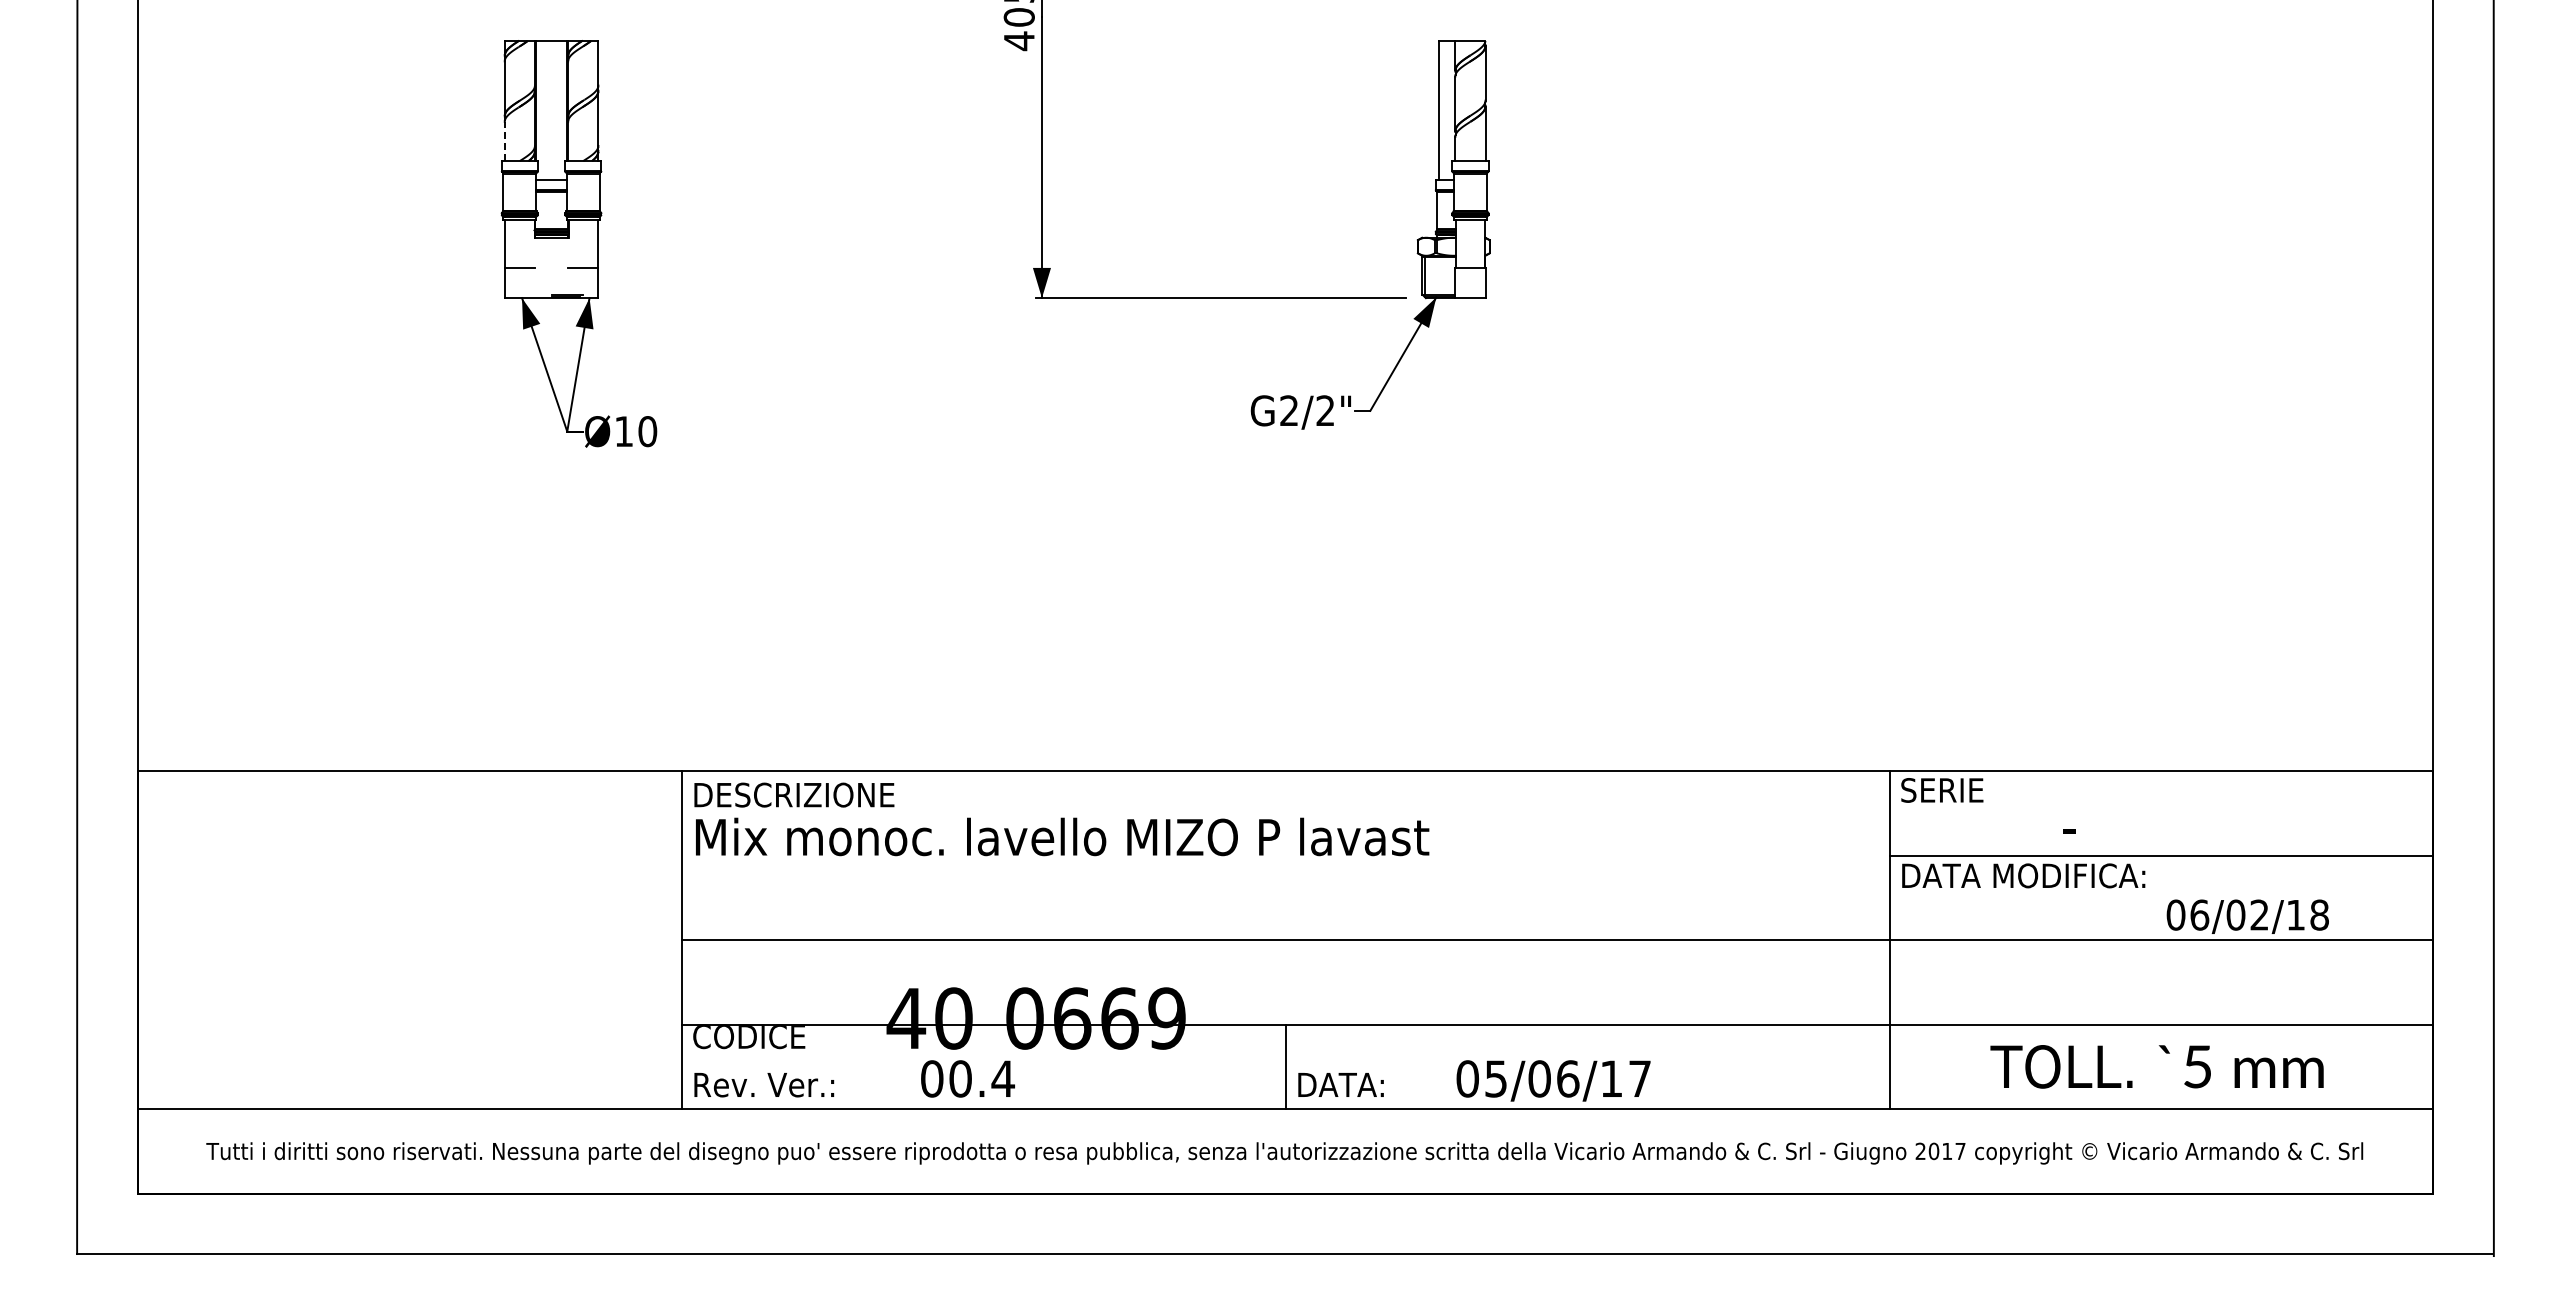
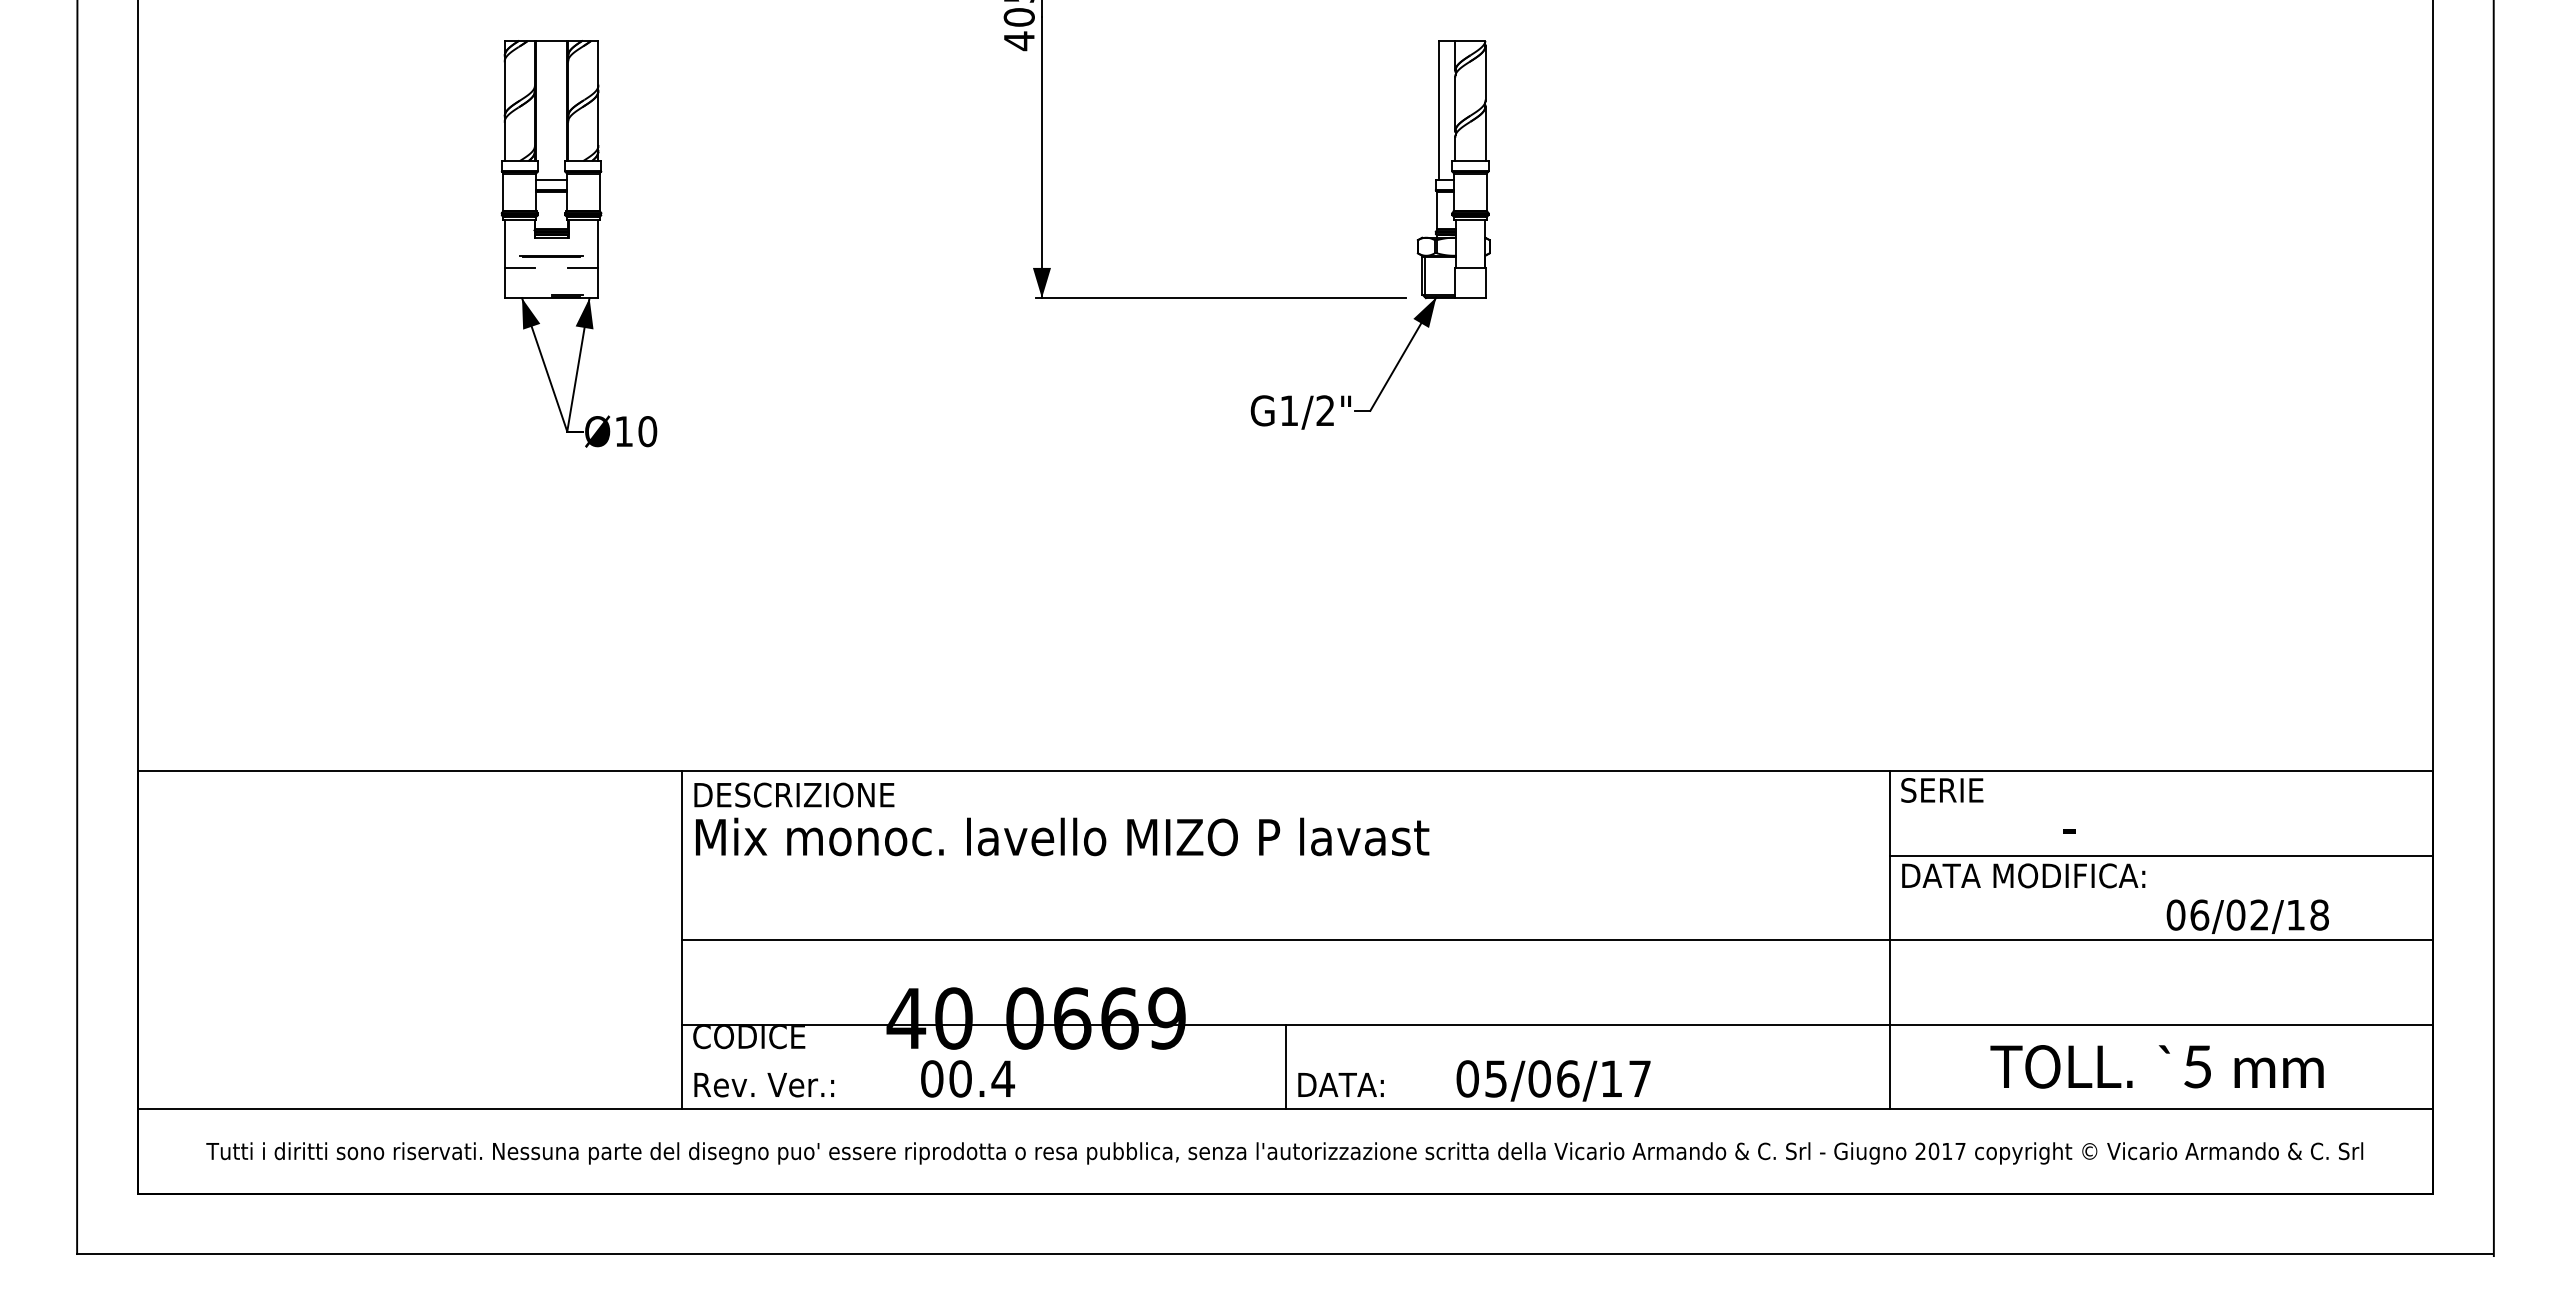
line at (504, 141): dashed -> solid
line at (551, 256): none -> present
text at (1288, 410): G2/2" -> G1/2"
